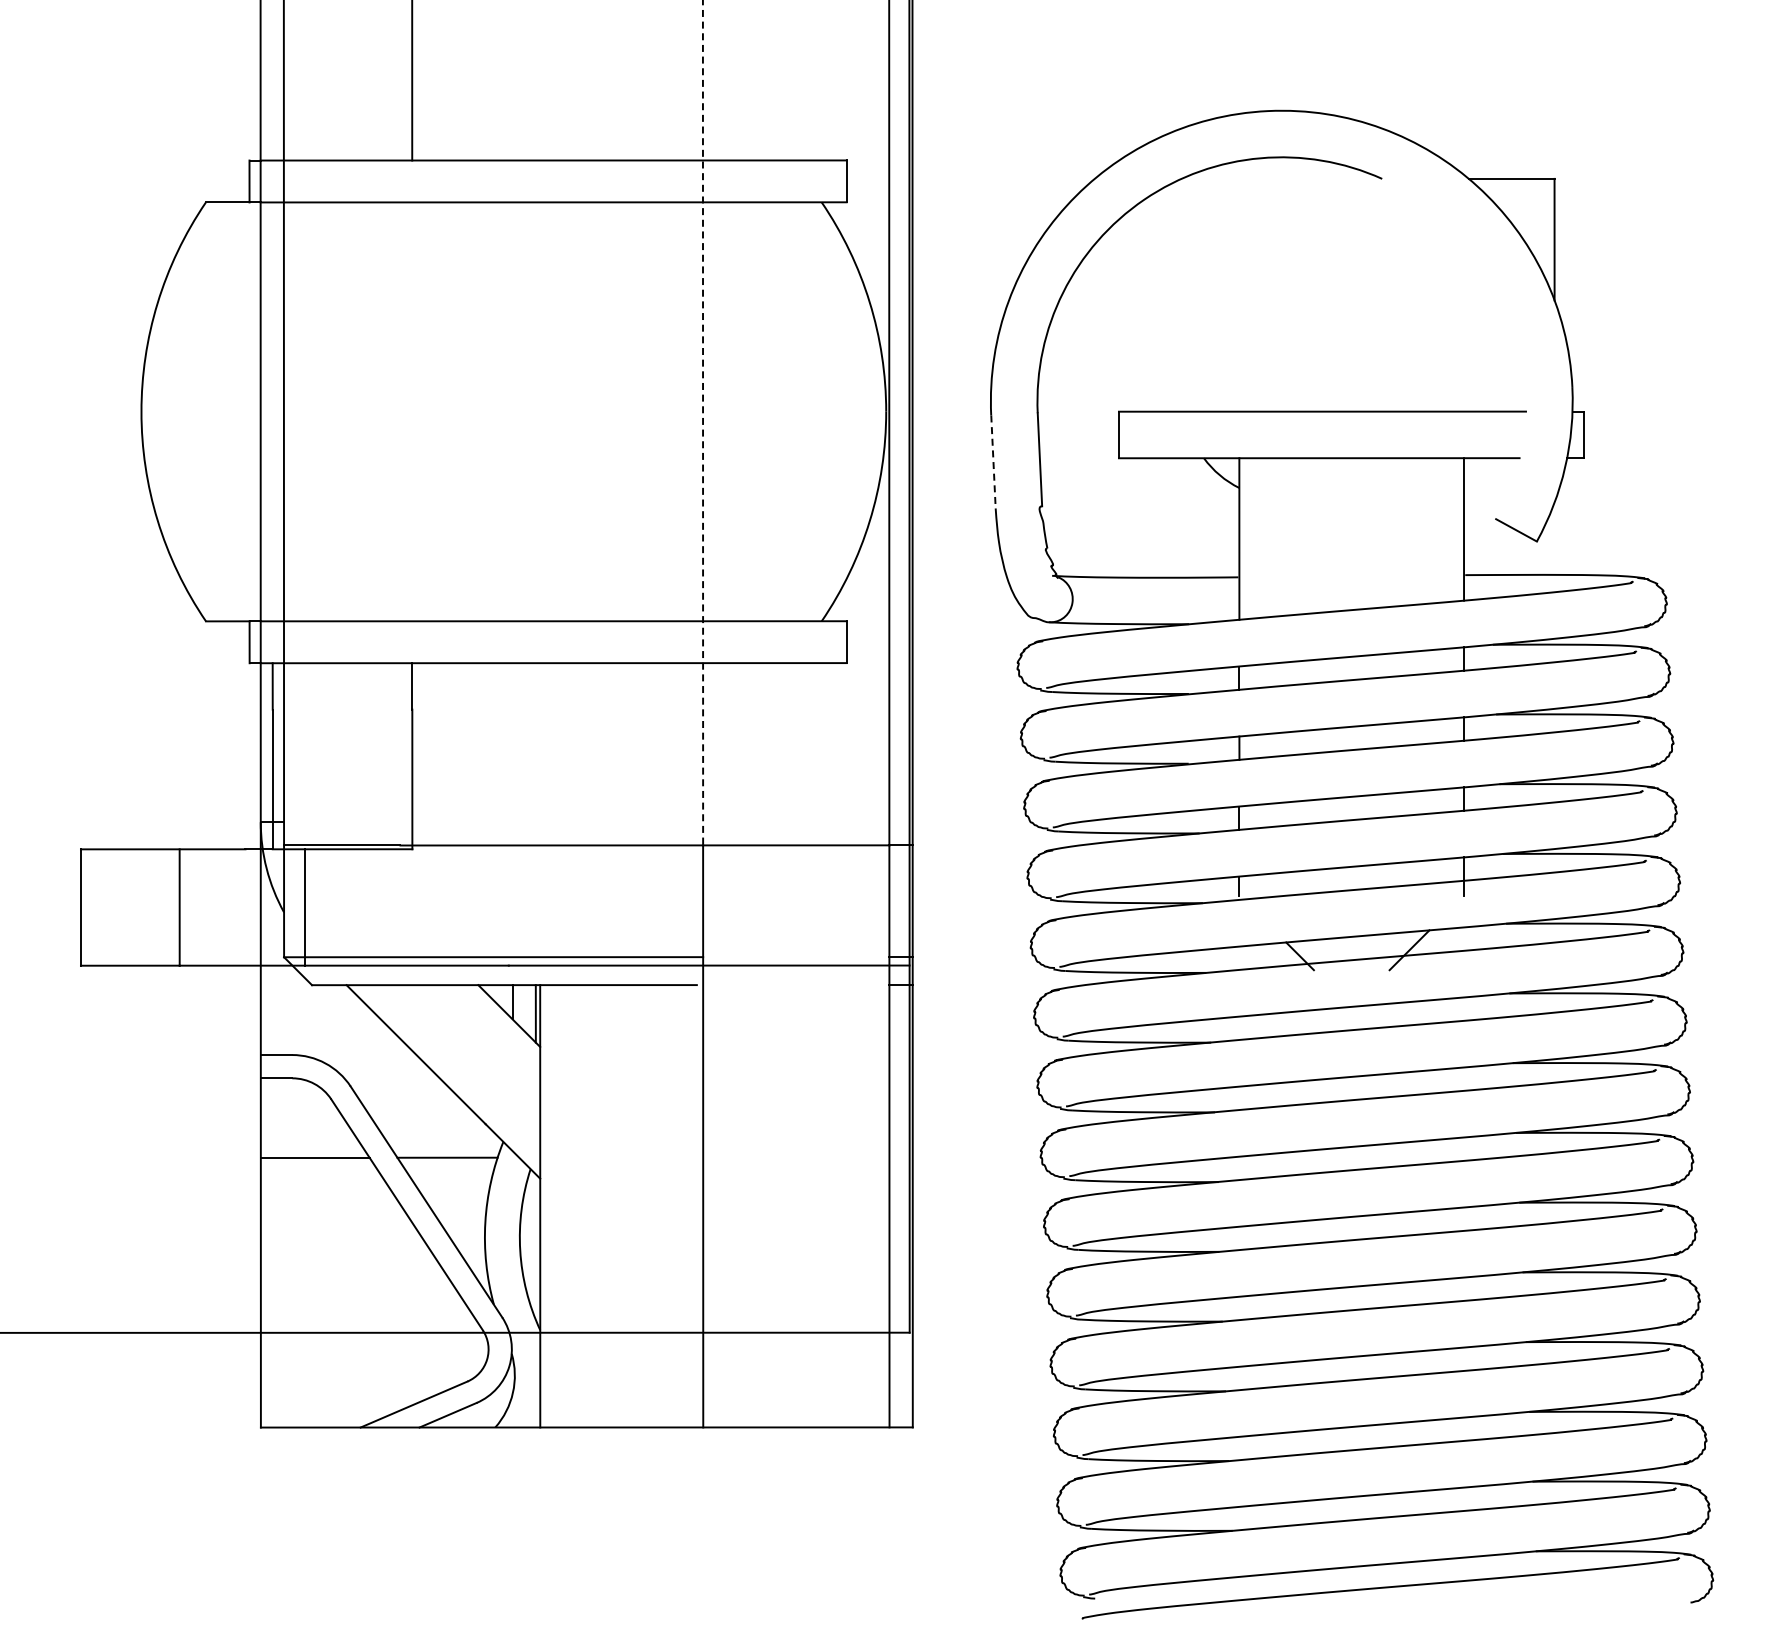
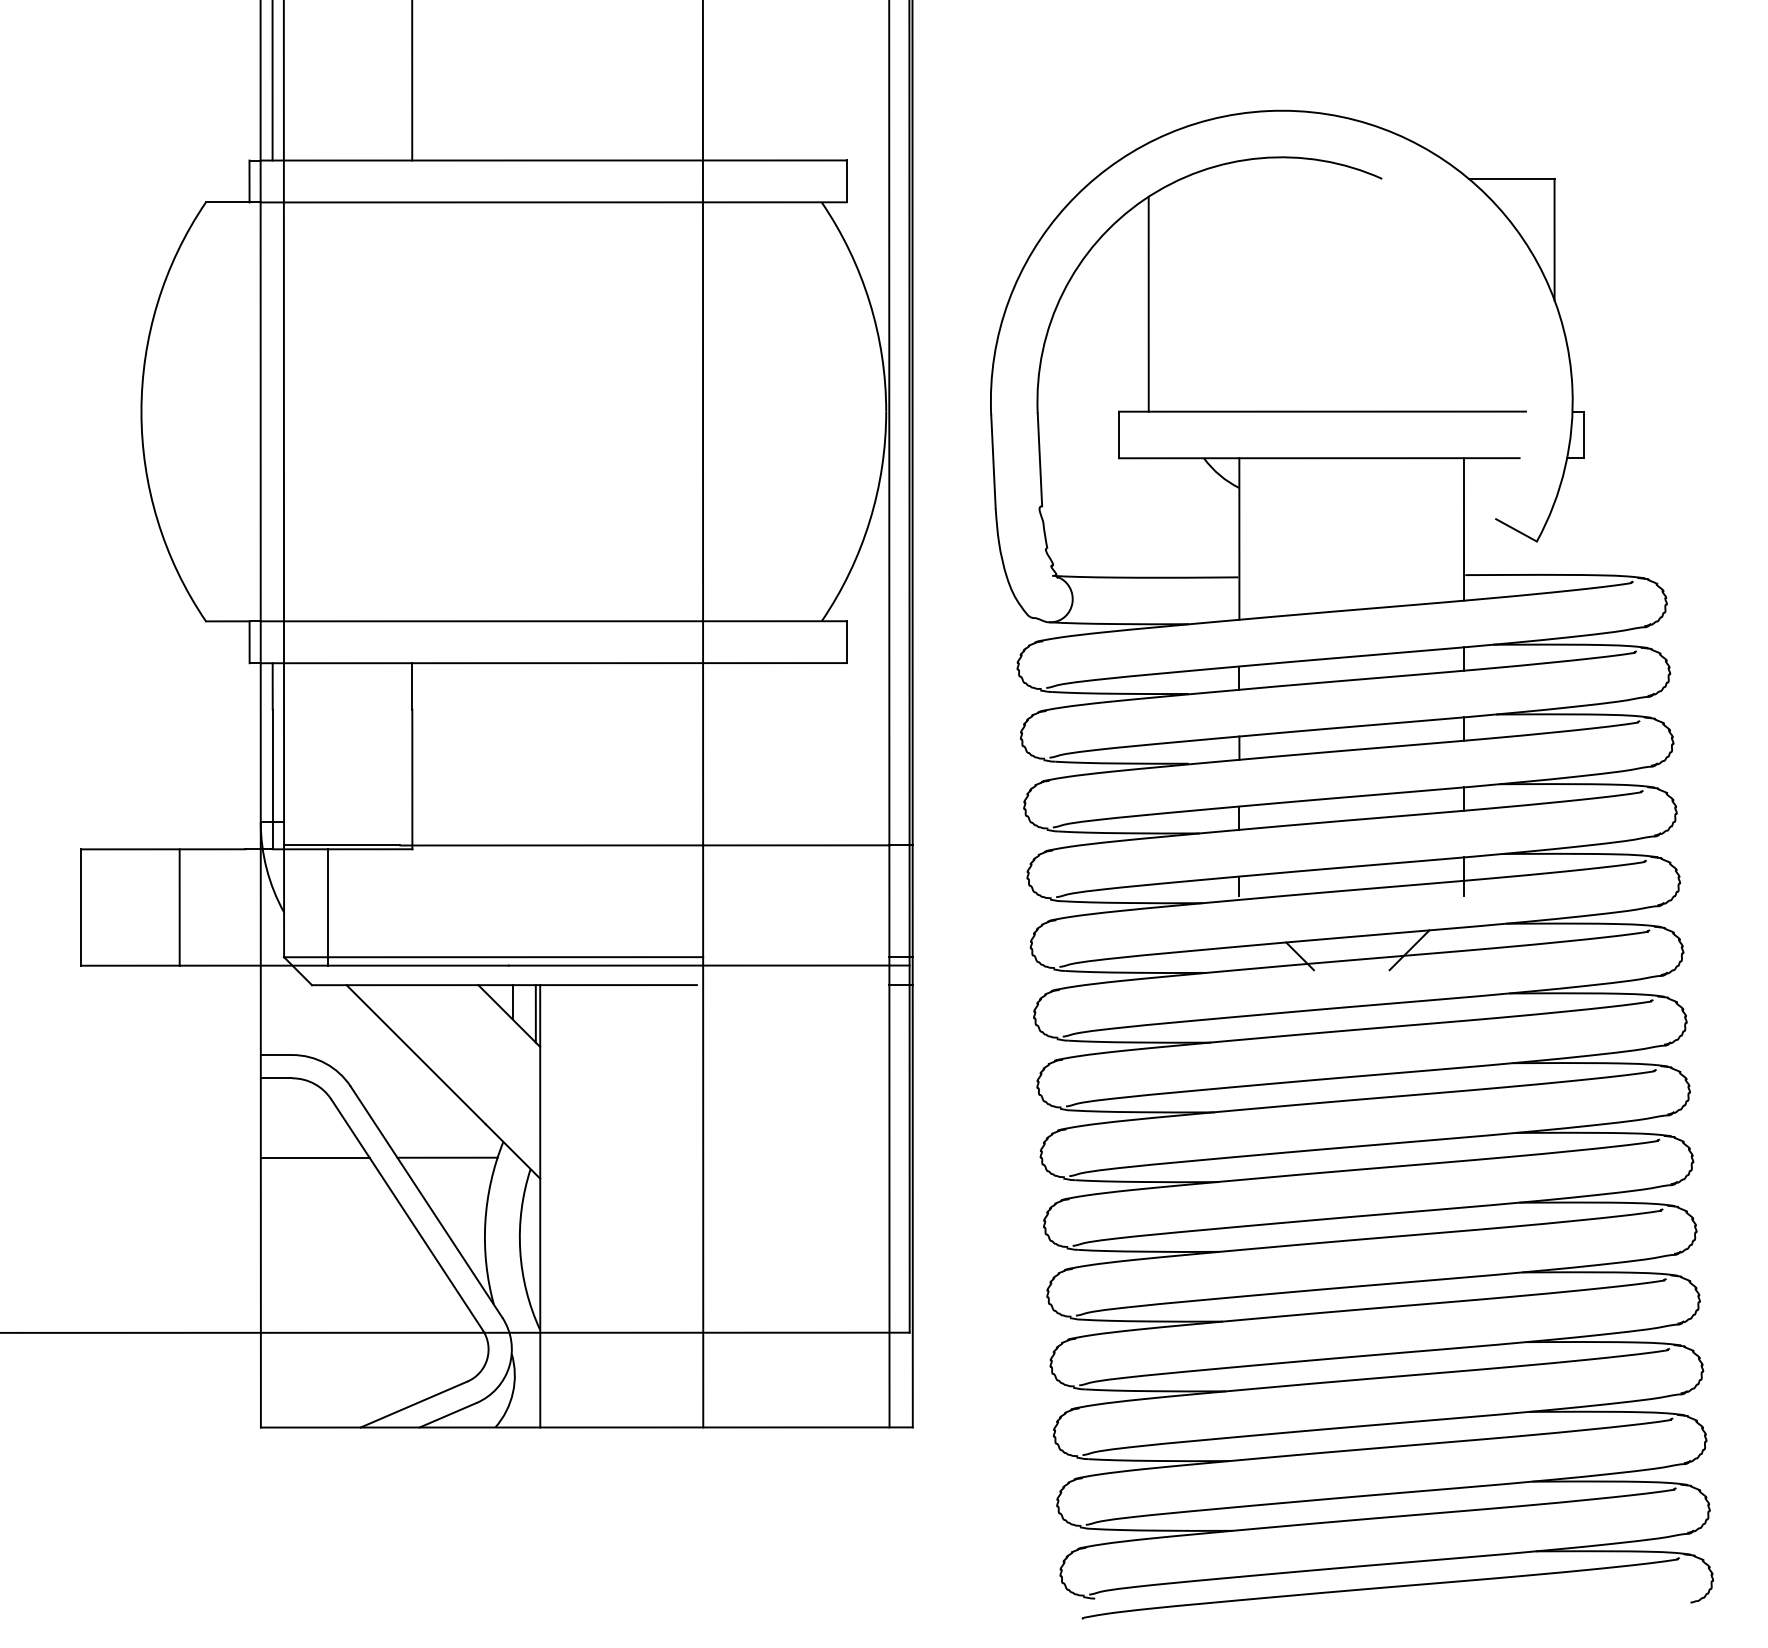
line at (272, 81): none -> present
line at (1148, 303): none -> present
line at (703, 423): dashed -> solid
line at (993, 461): dashed -> solid
line at (304, 907) position: (304, 907) -> (327, 907)
